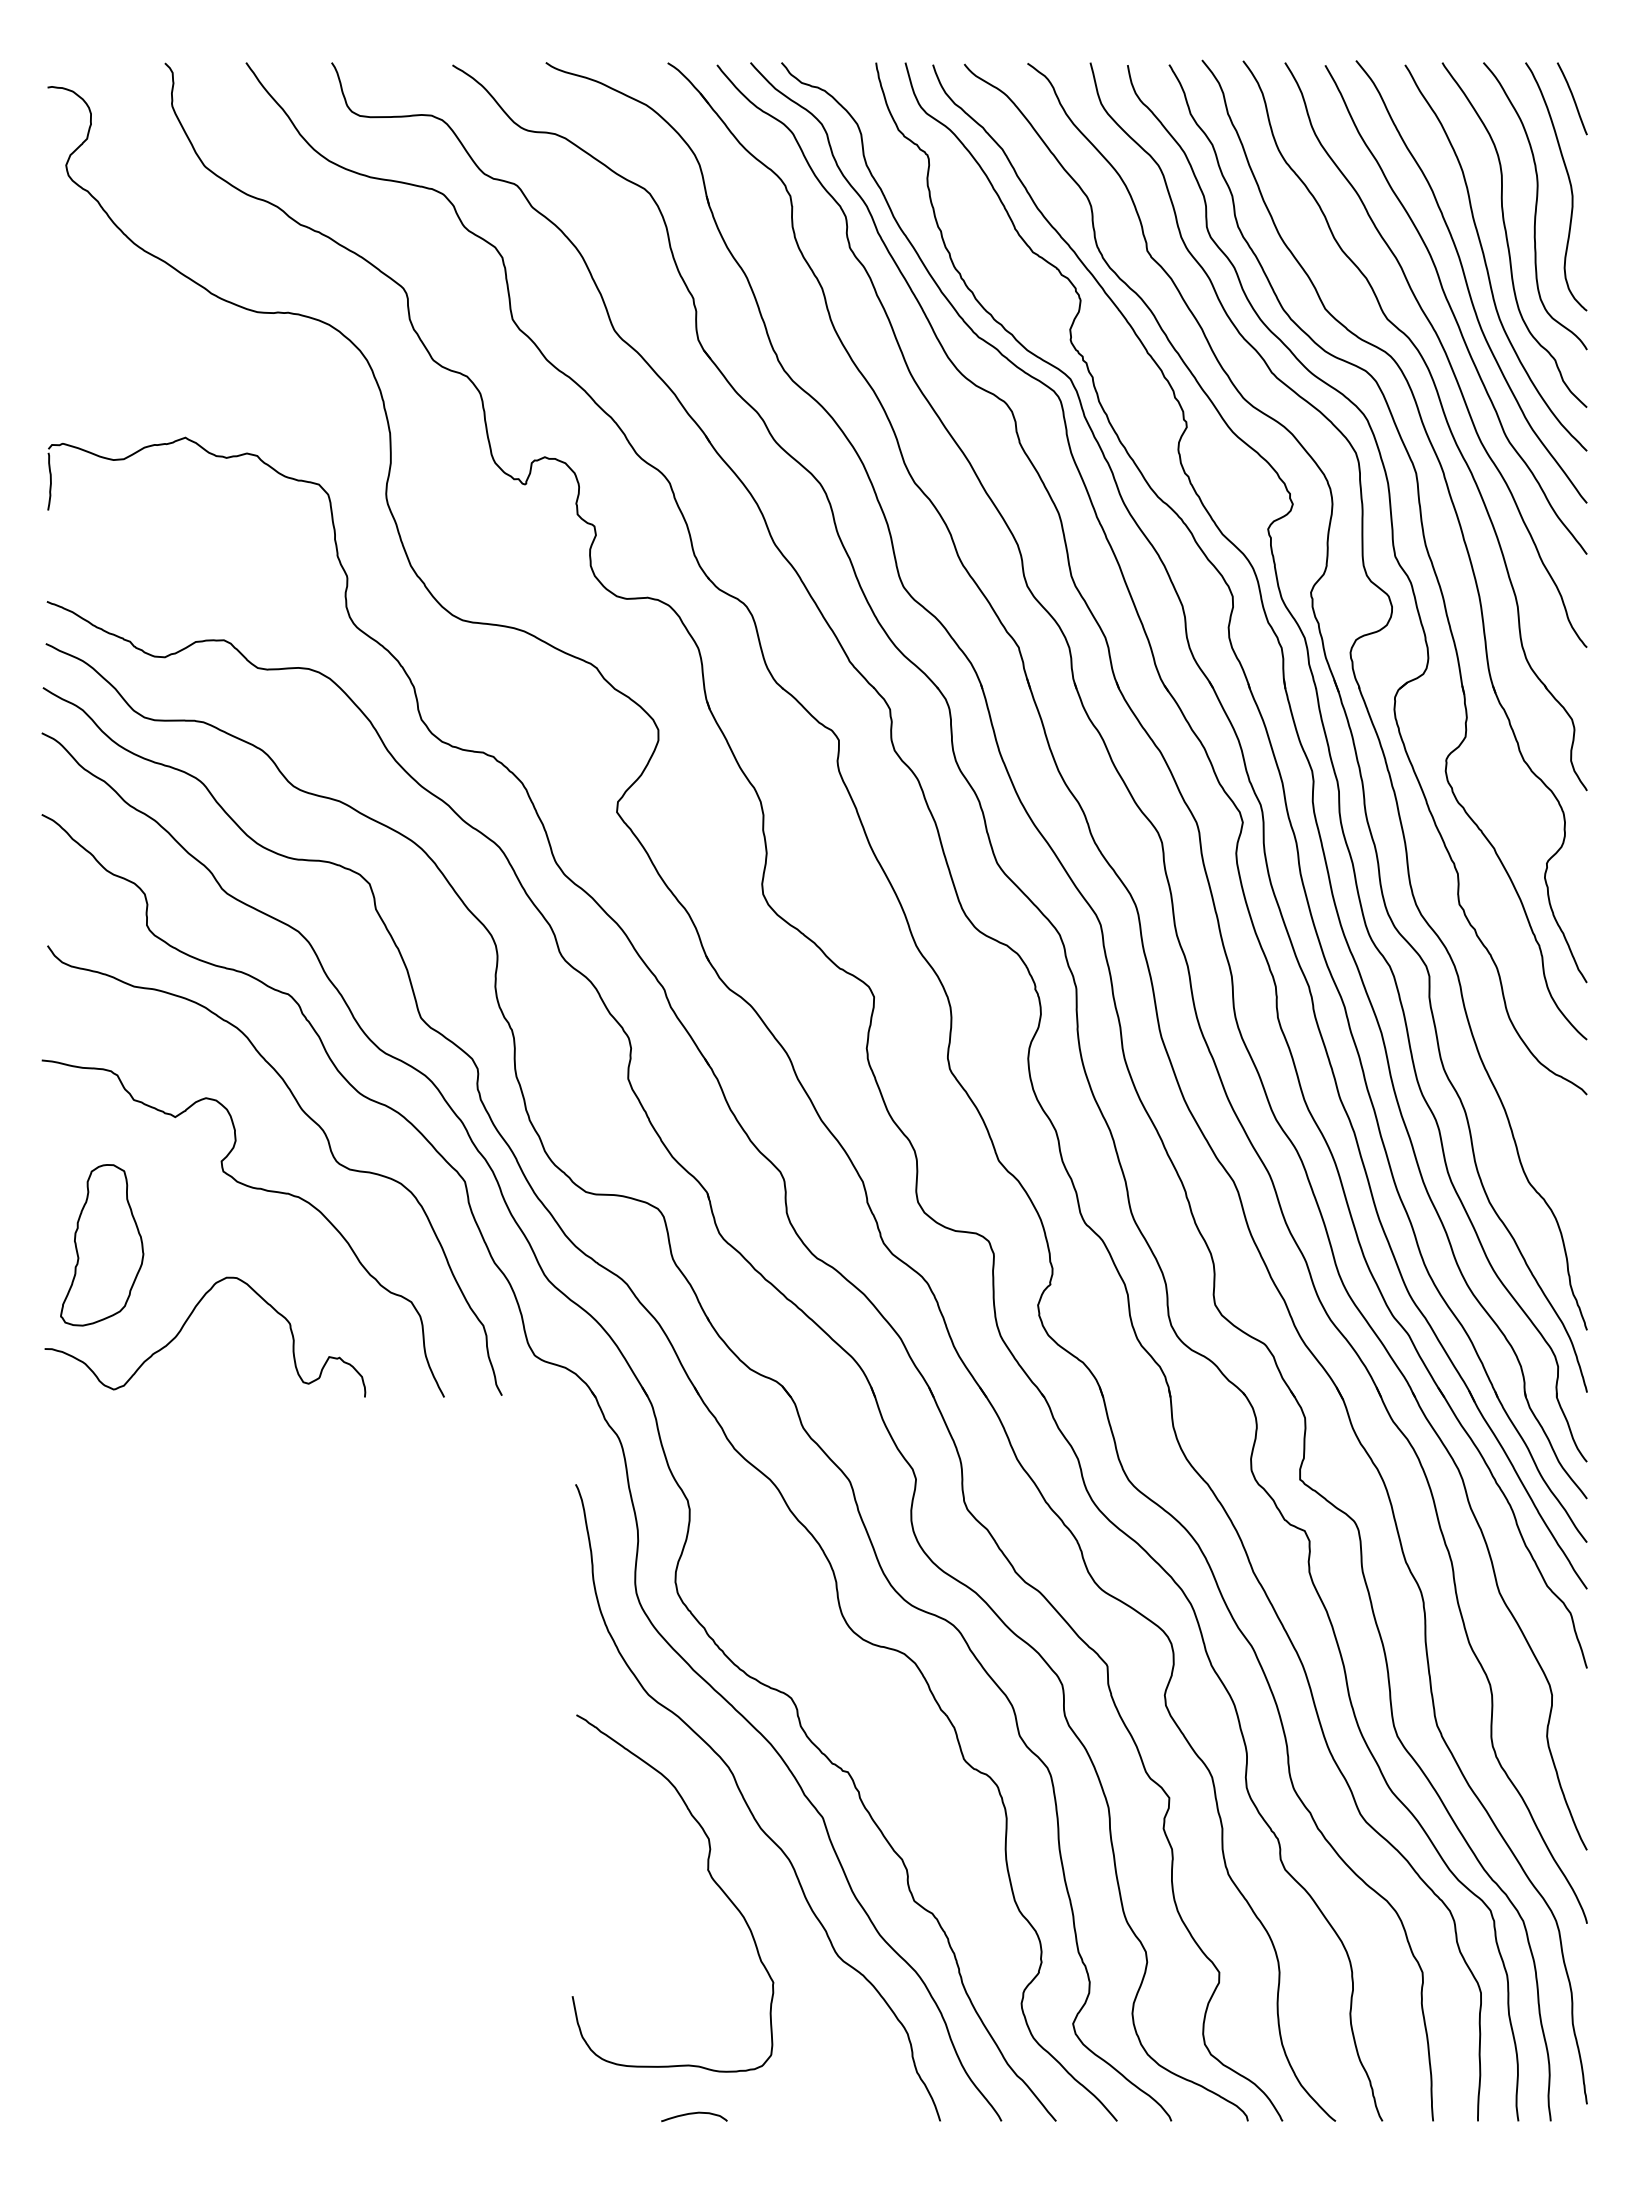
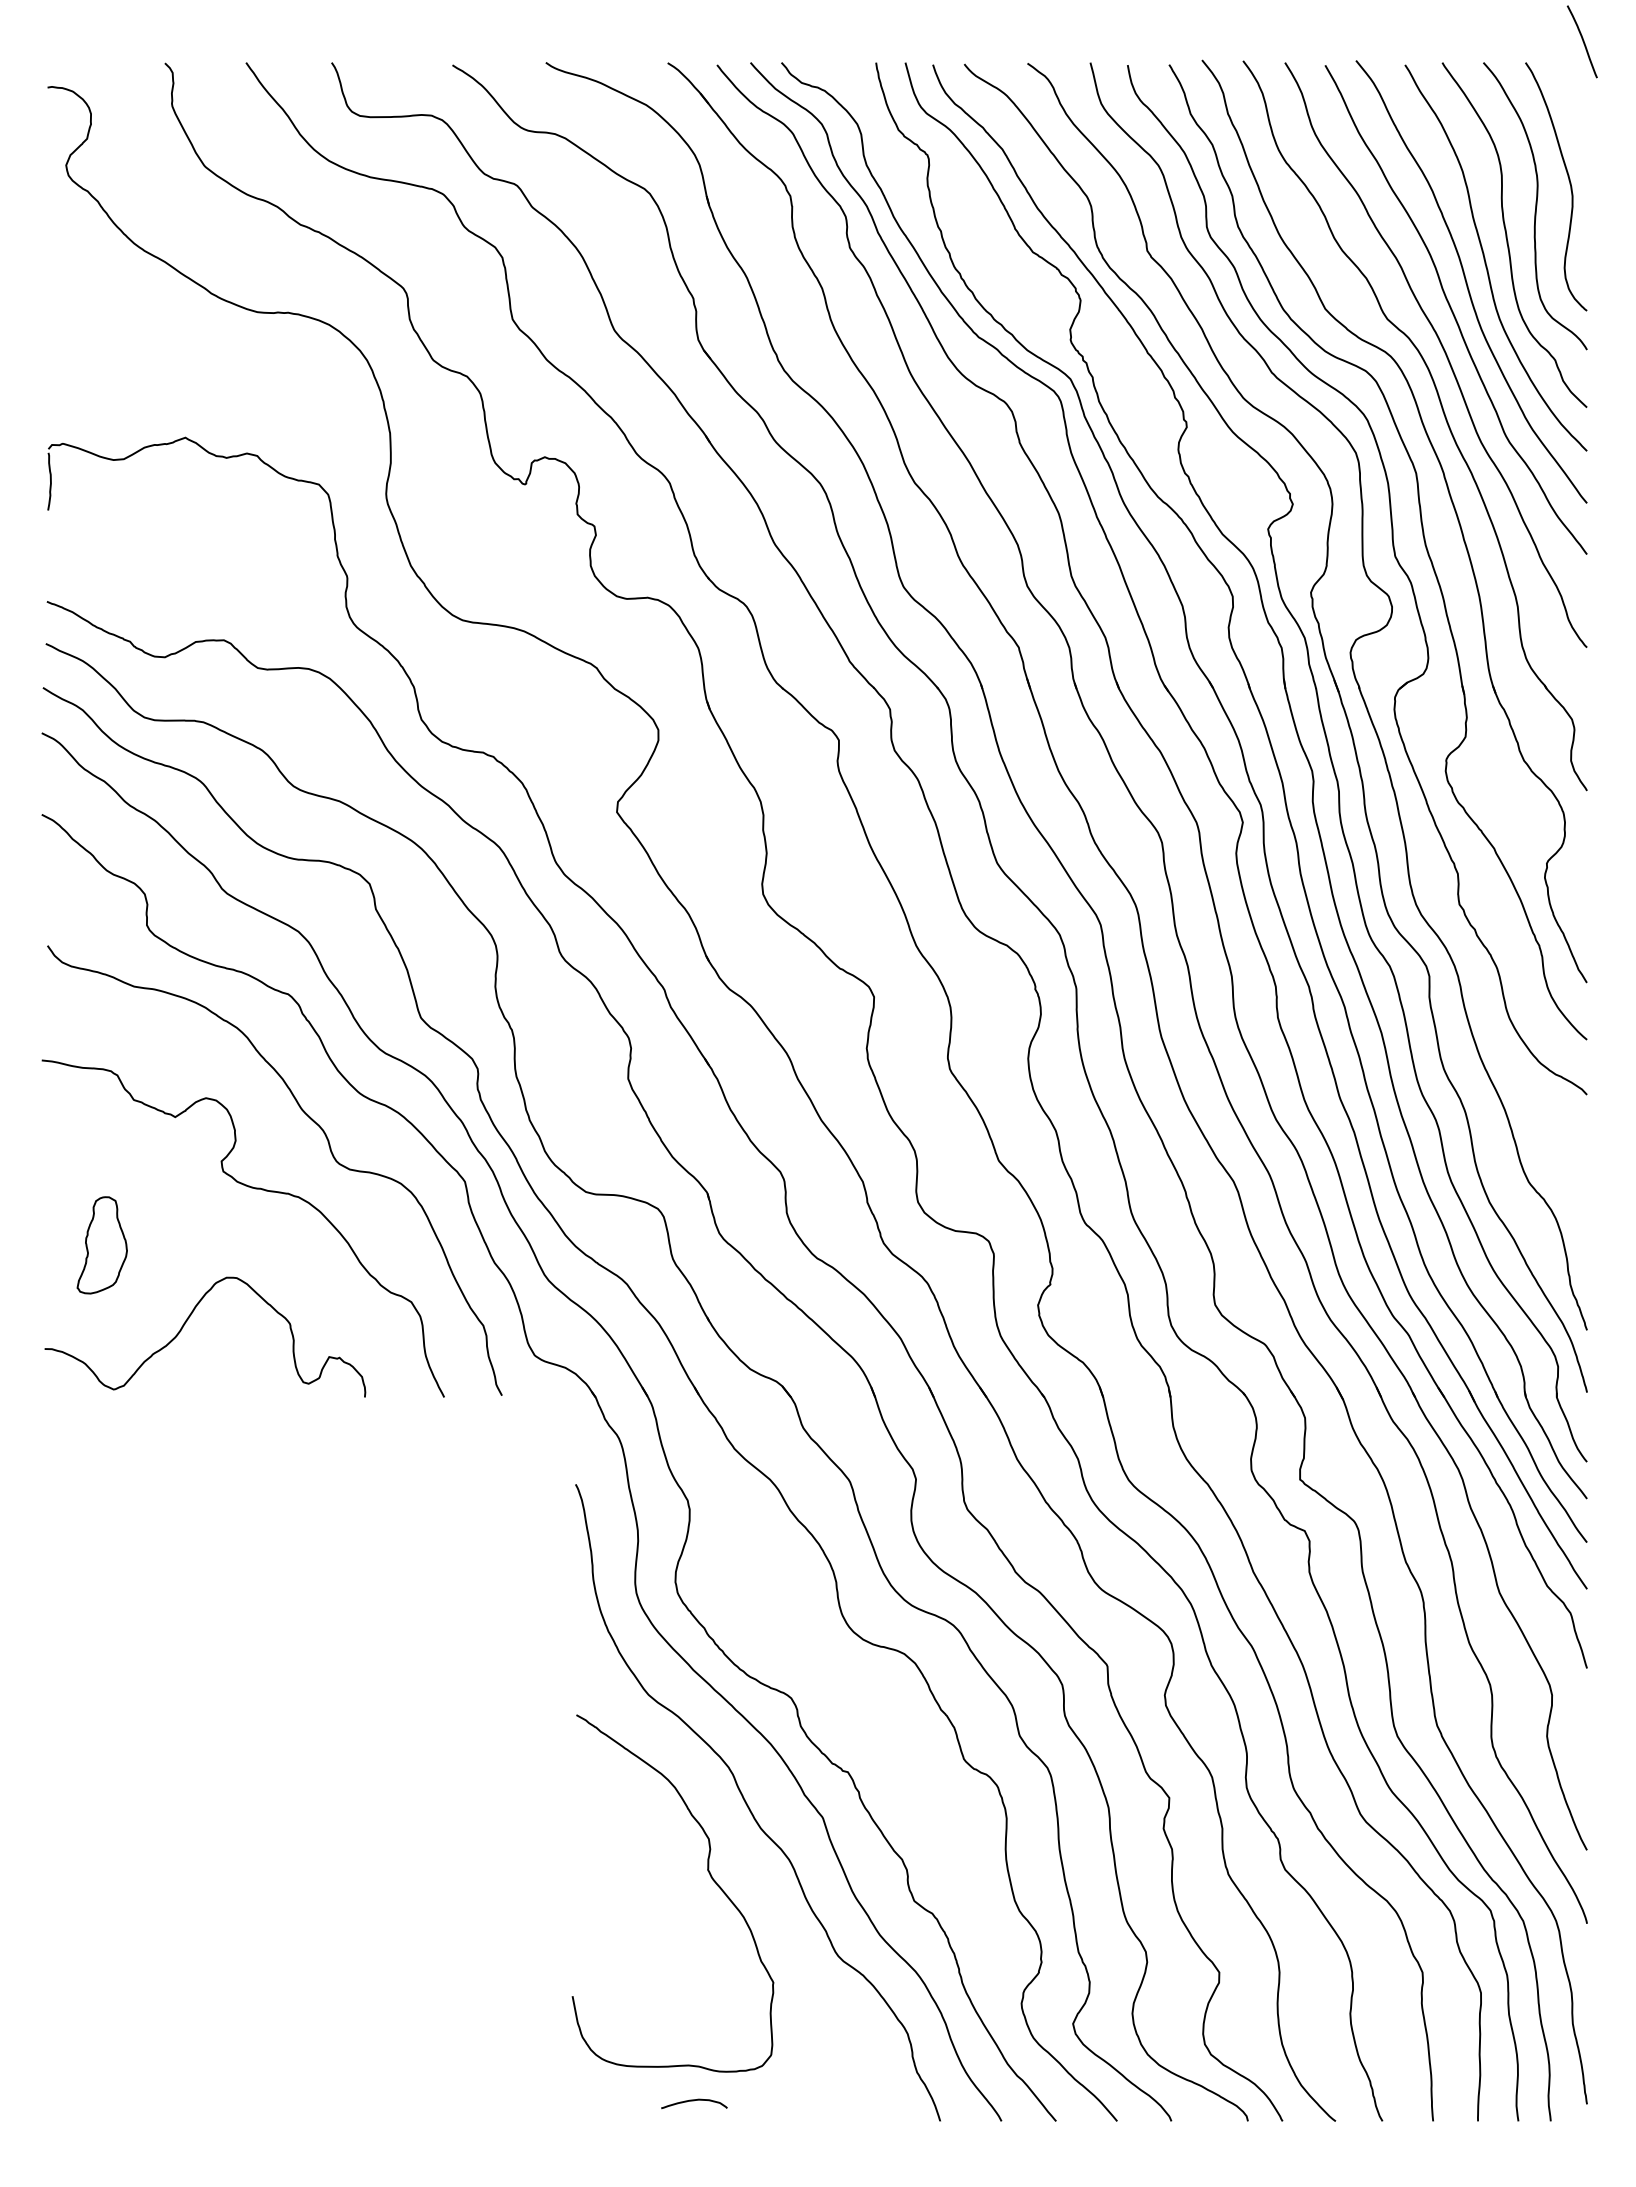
curve at (1572, 98) position: (1572, 98) -> (1582, 41)
part at (102, 1245) size: 85x163 px -> 52x99 px
curve at (694, 2114) position: (694, 2114) -> (694, 2101)
